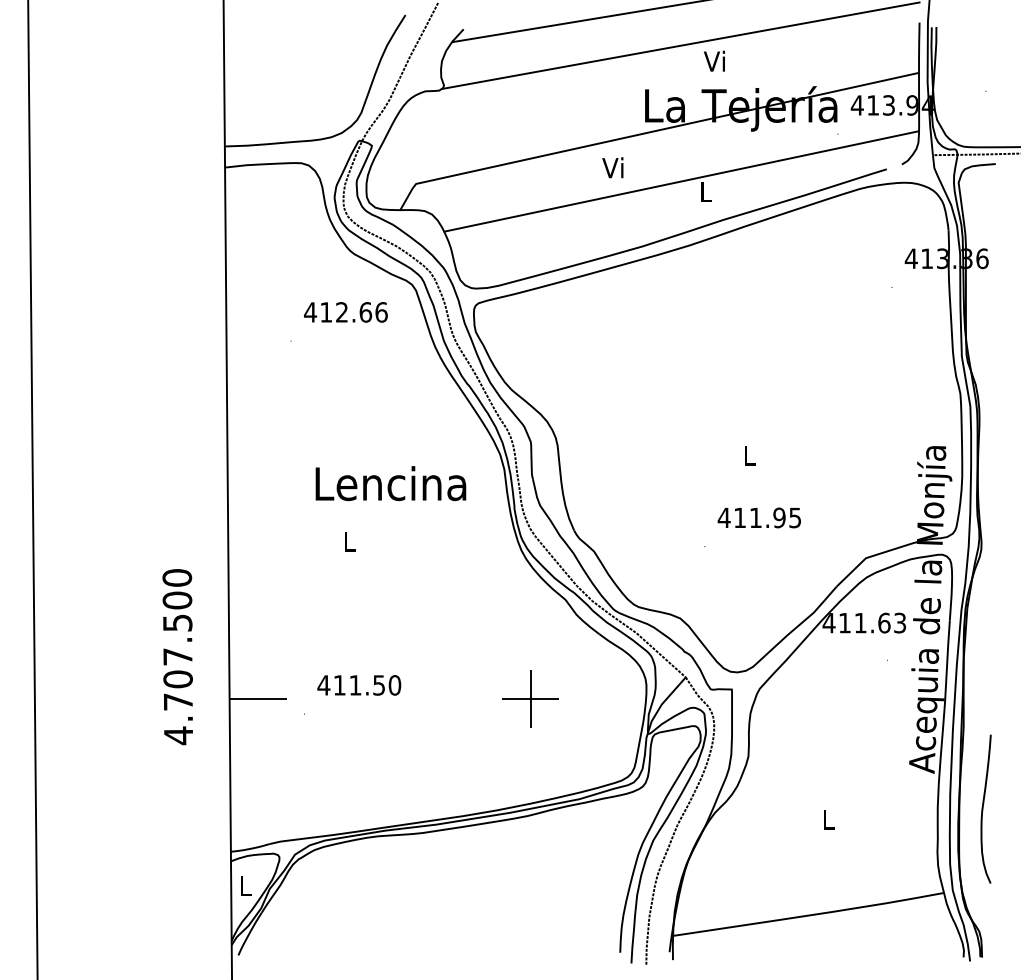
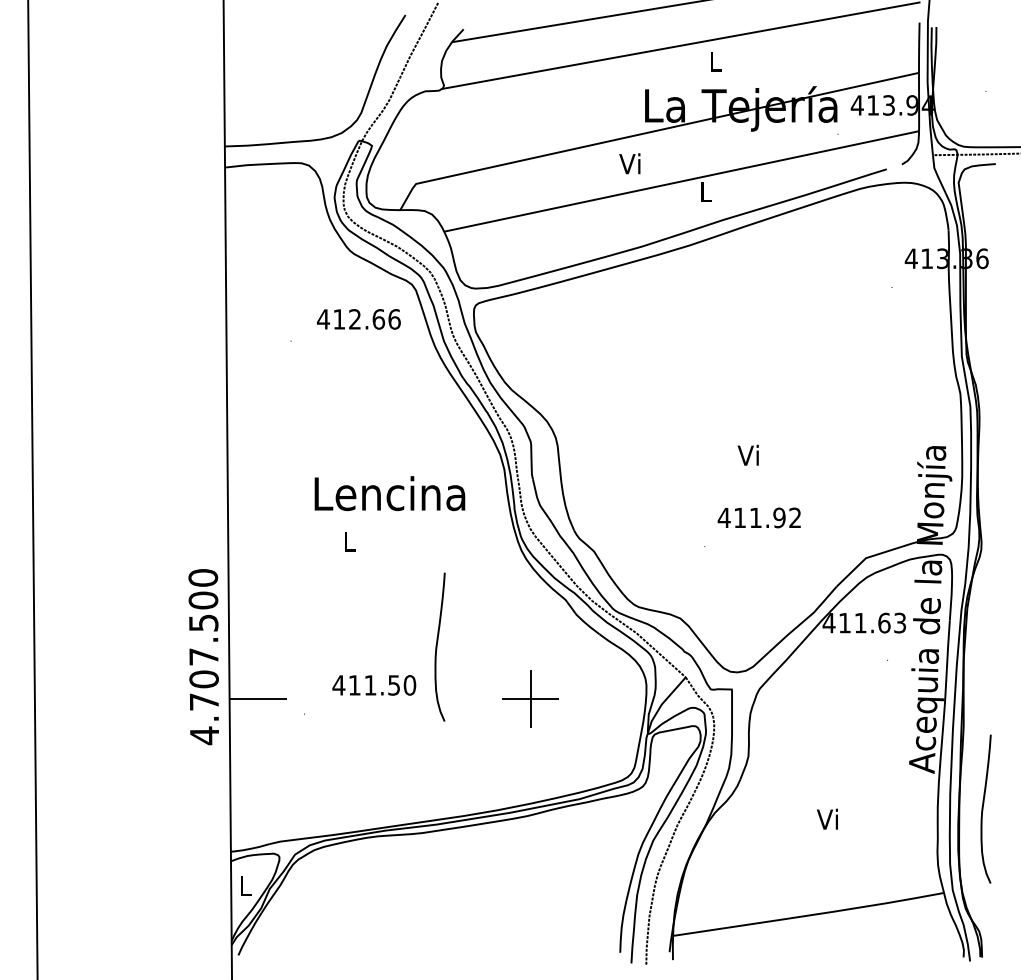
text at (713, 60): Vi -> L
text at (612, 167) position: (612, 167) -> (629, 163)
text at (345, 312) position: (345, 312) -> (358, 319)
text at (747, 454): L -> Vi
text at (390, 483) position: (390, 483) -> (389, 493)
text at (794, 517): 411.95 -> 411.92
curve at (437, 646): none -> present
text at (177, 657) position: (177, 657) -> (203, 657)
text at (359, 685) position: (359, 685) -> (374, 685)
text at (827, 818): L -> Vi
